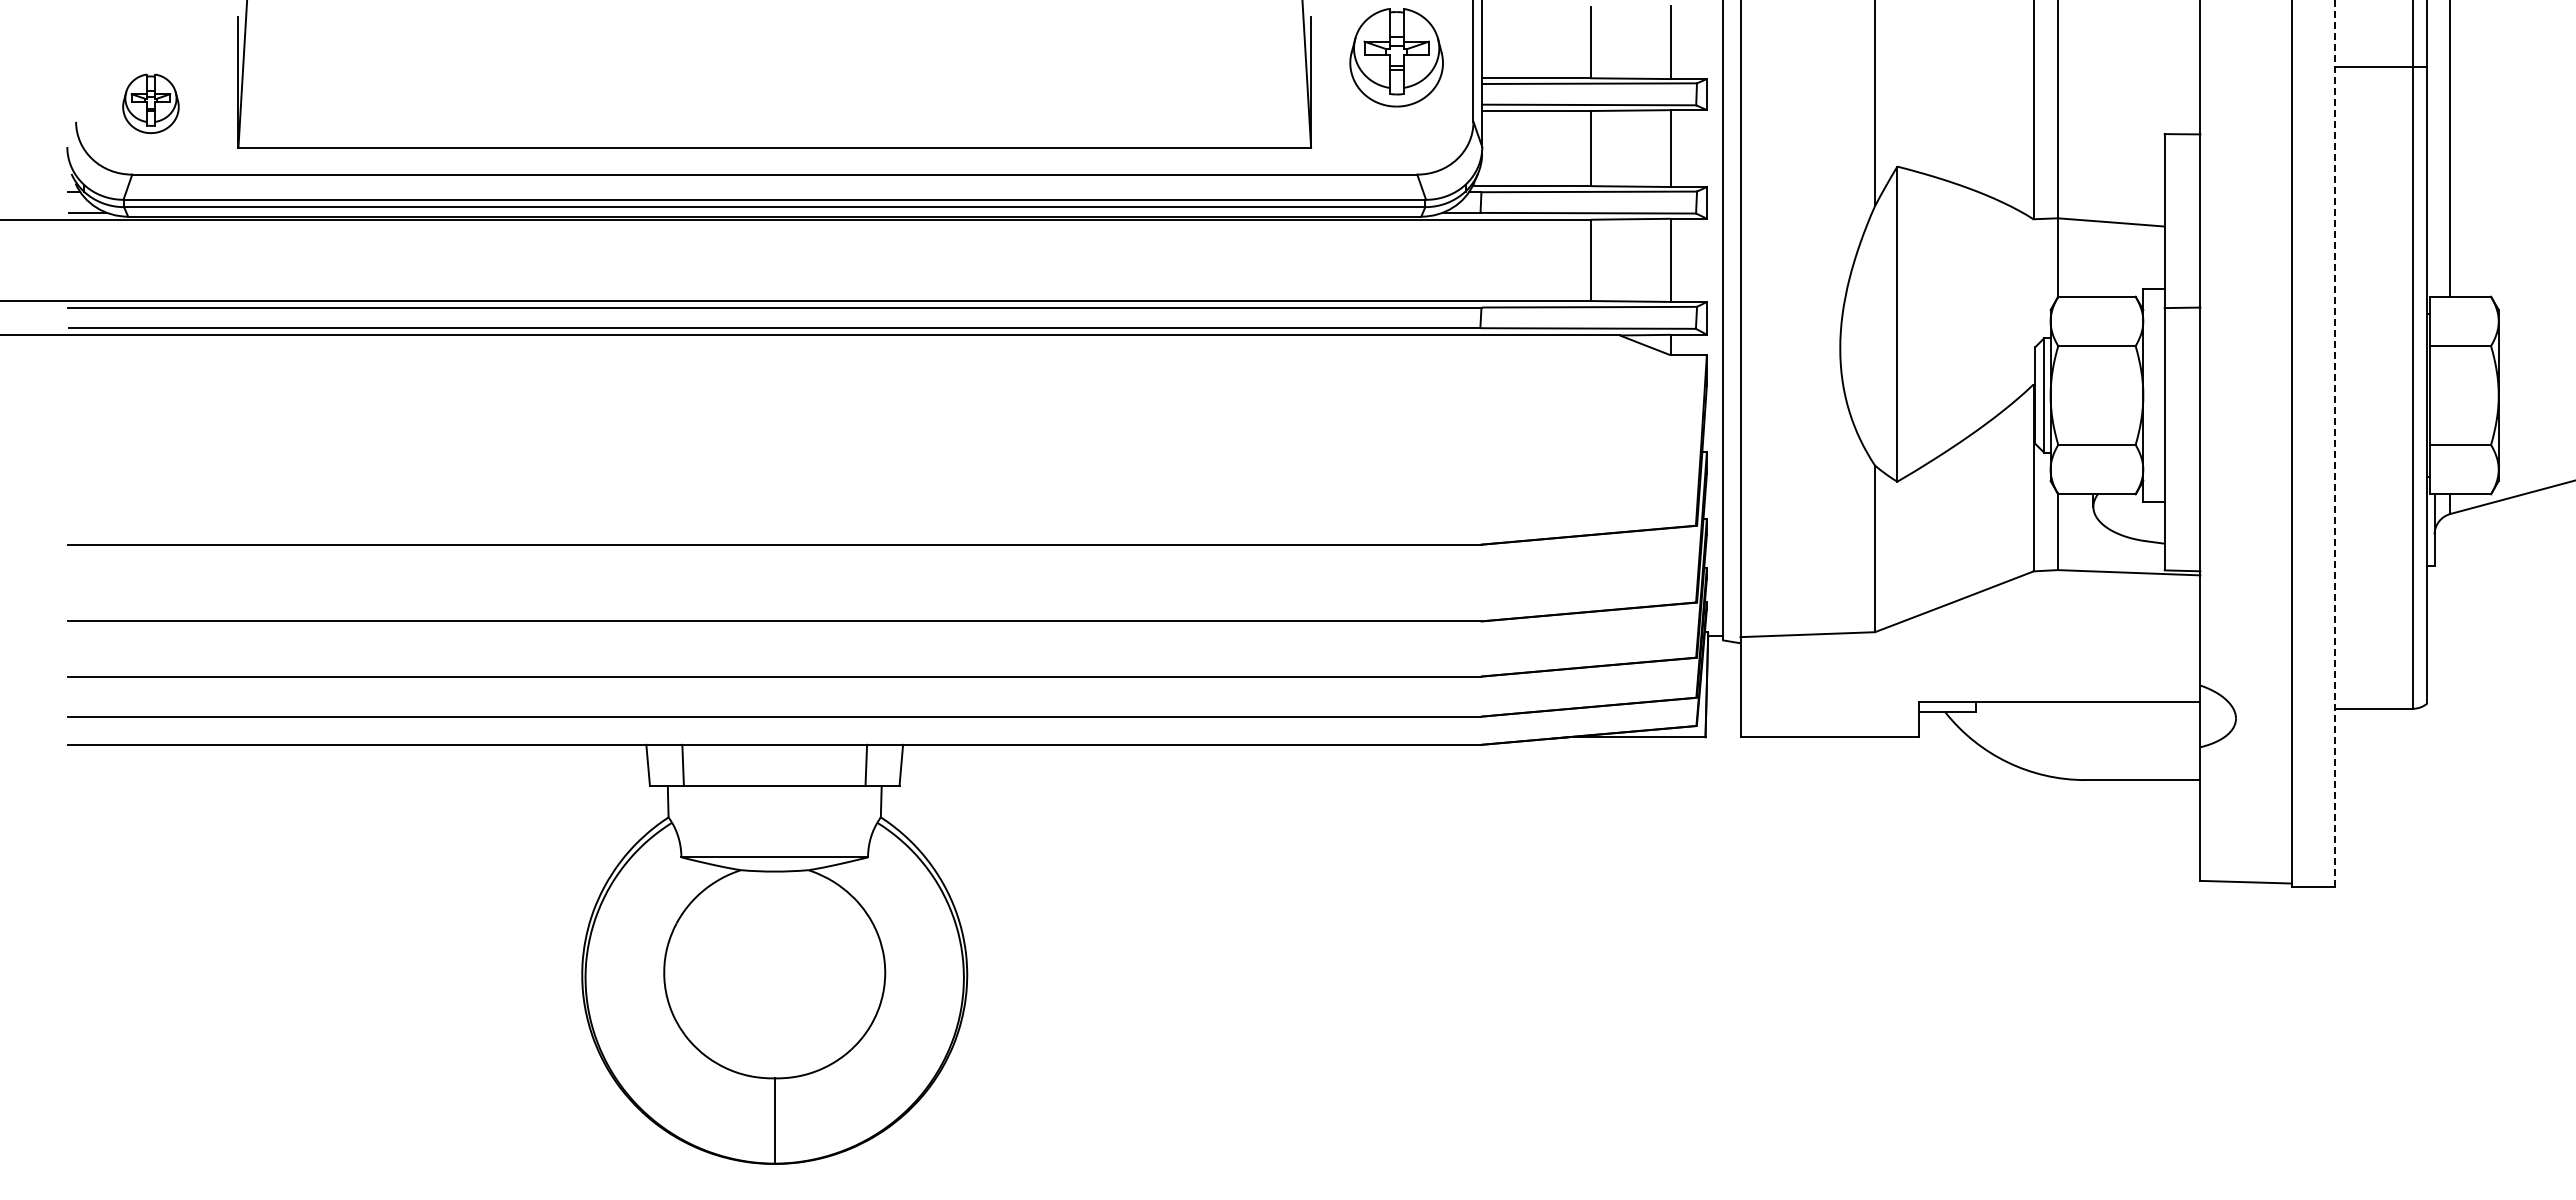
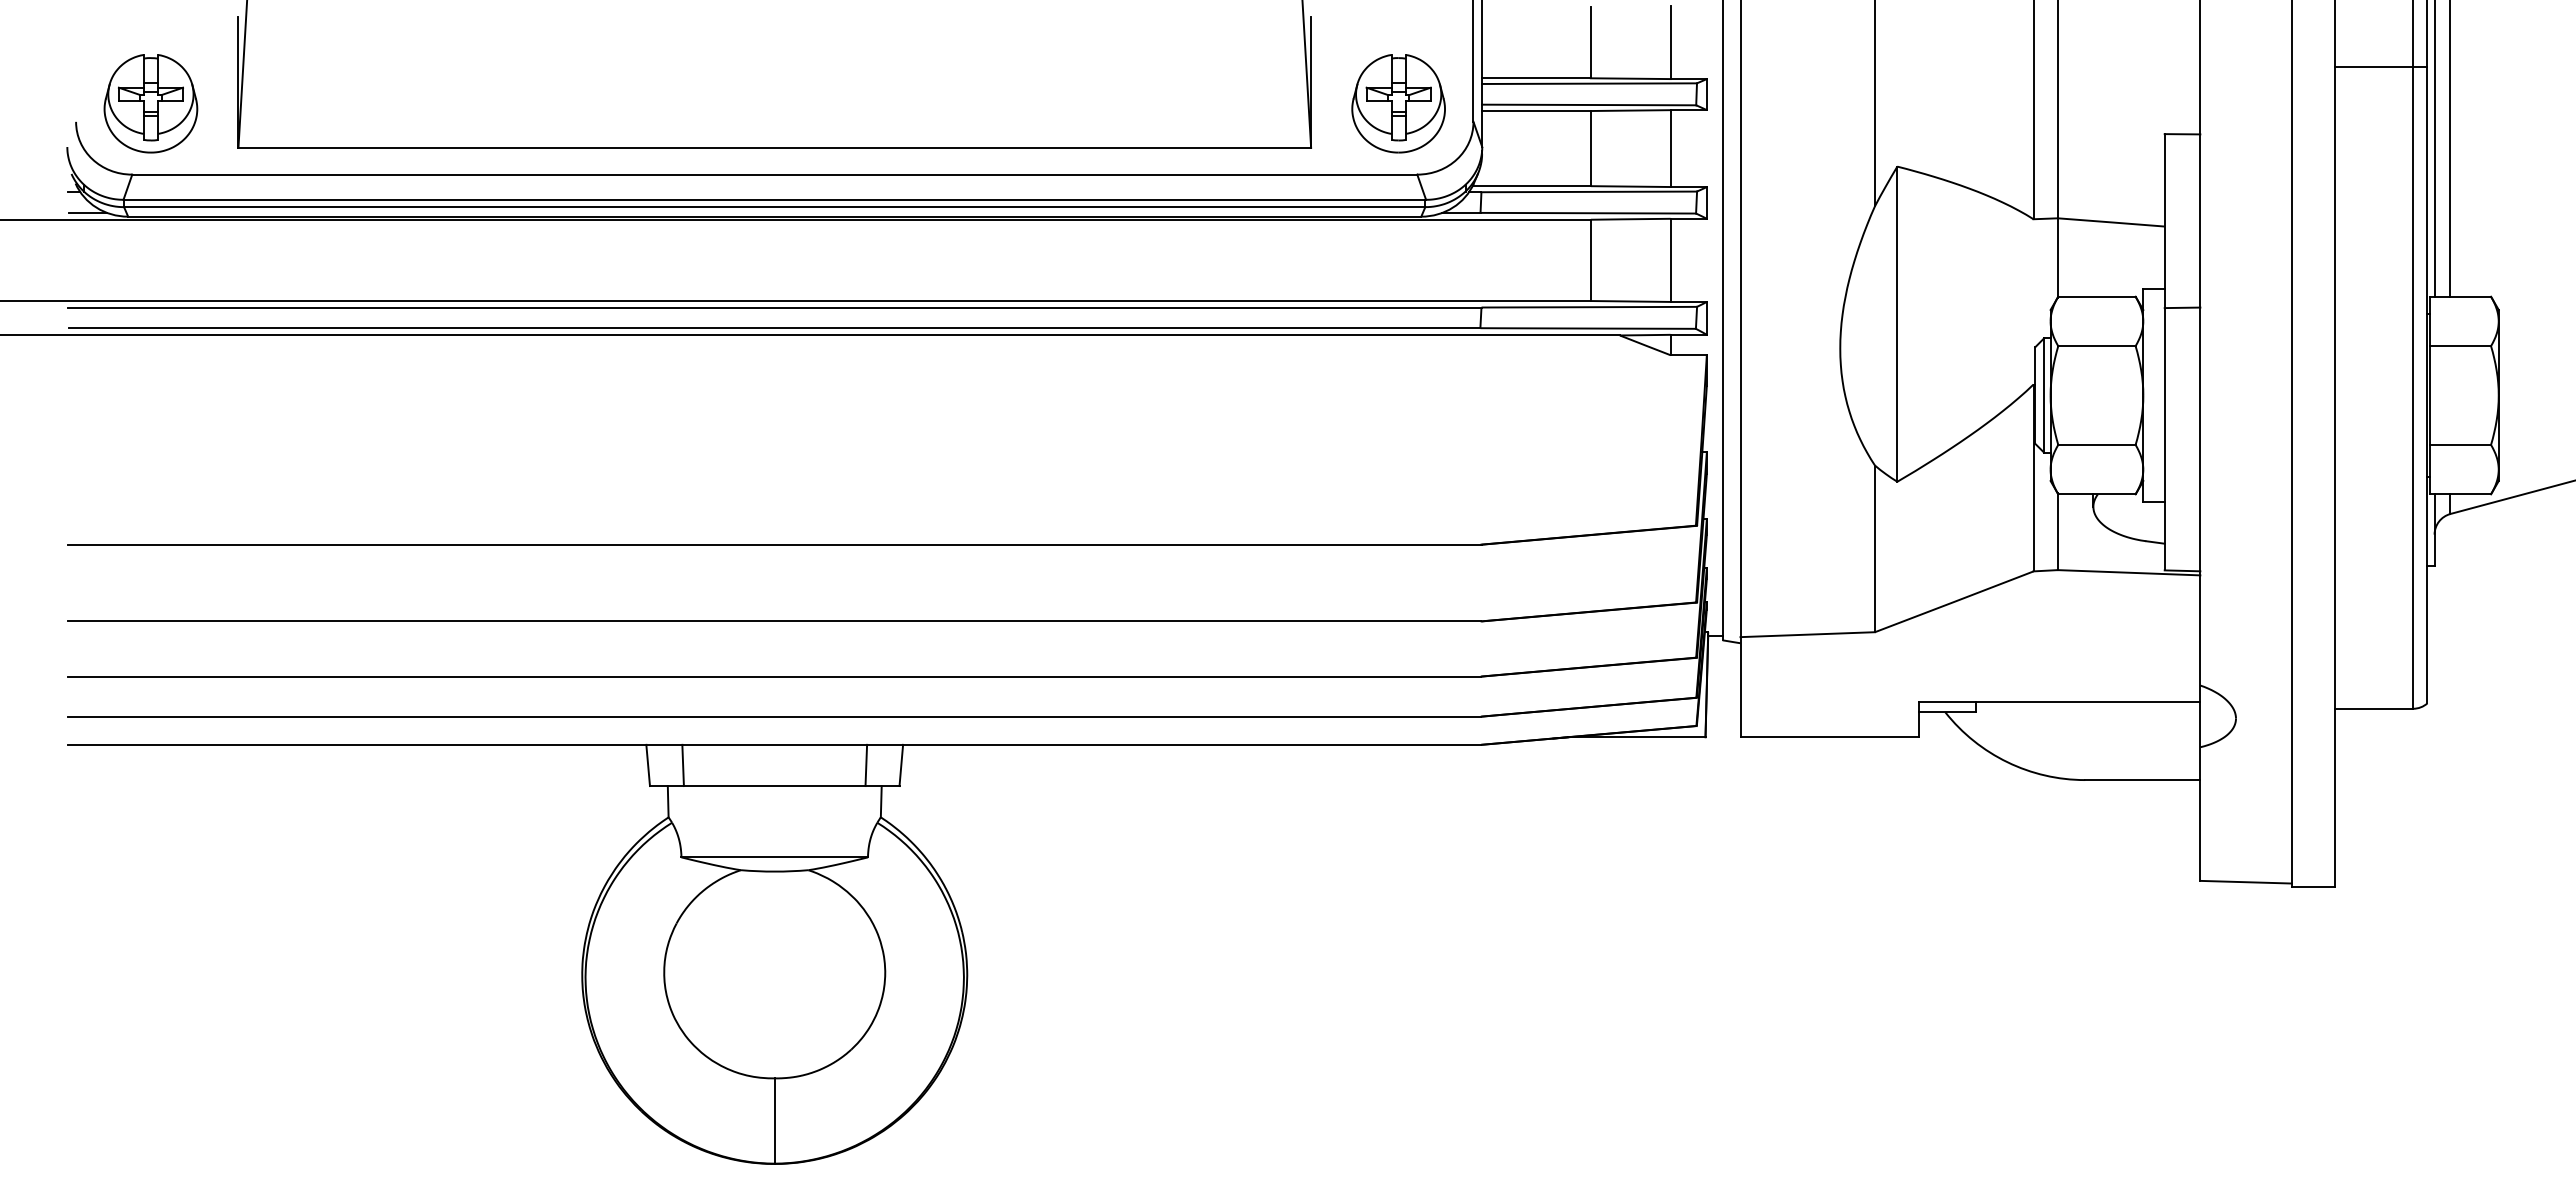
part at (1396, 57) position: (1396, 57) -> (1398, 103)
part at (150, 103) size: 58x61 px -> 96x100 px
line at (2434, 149): none -> present
line at (2334, 443): dashed -> solid
